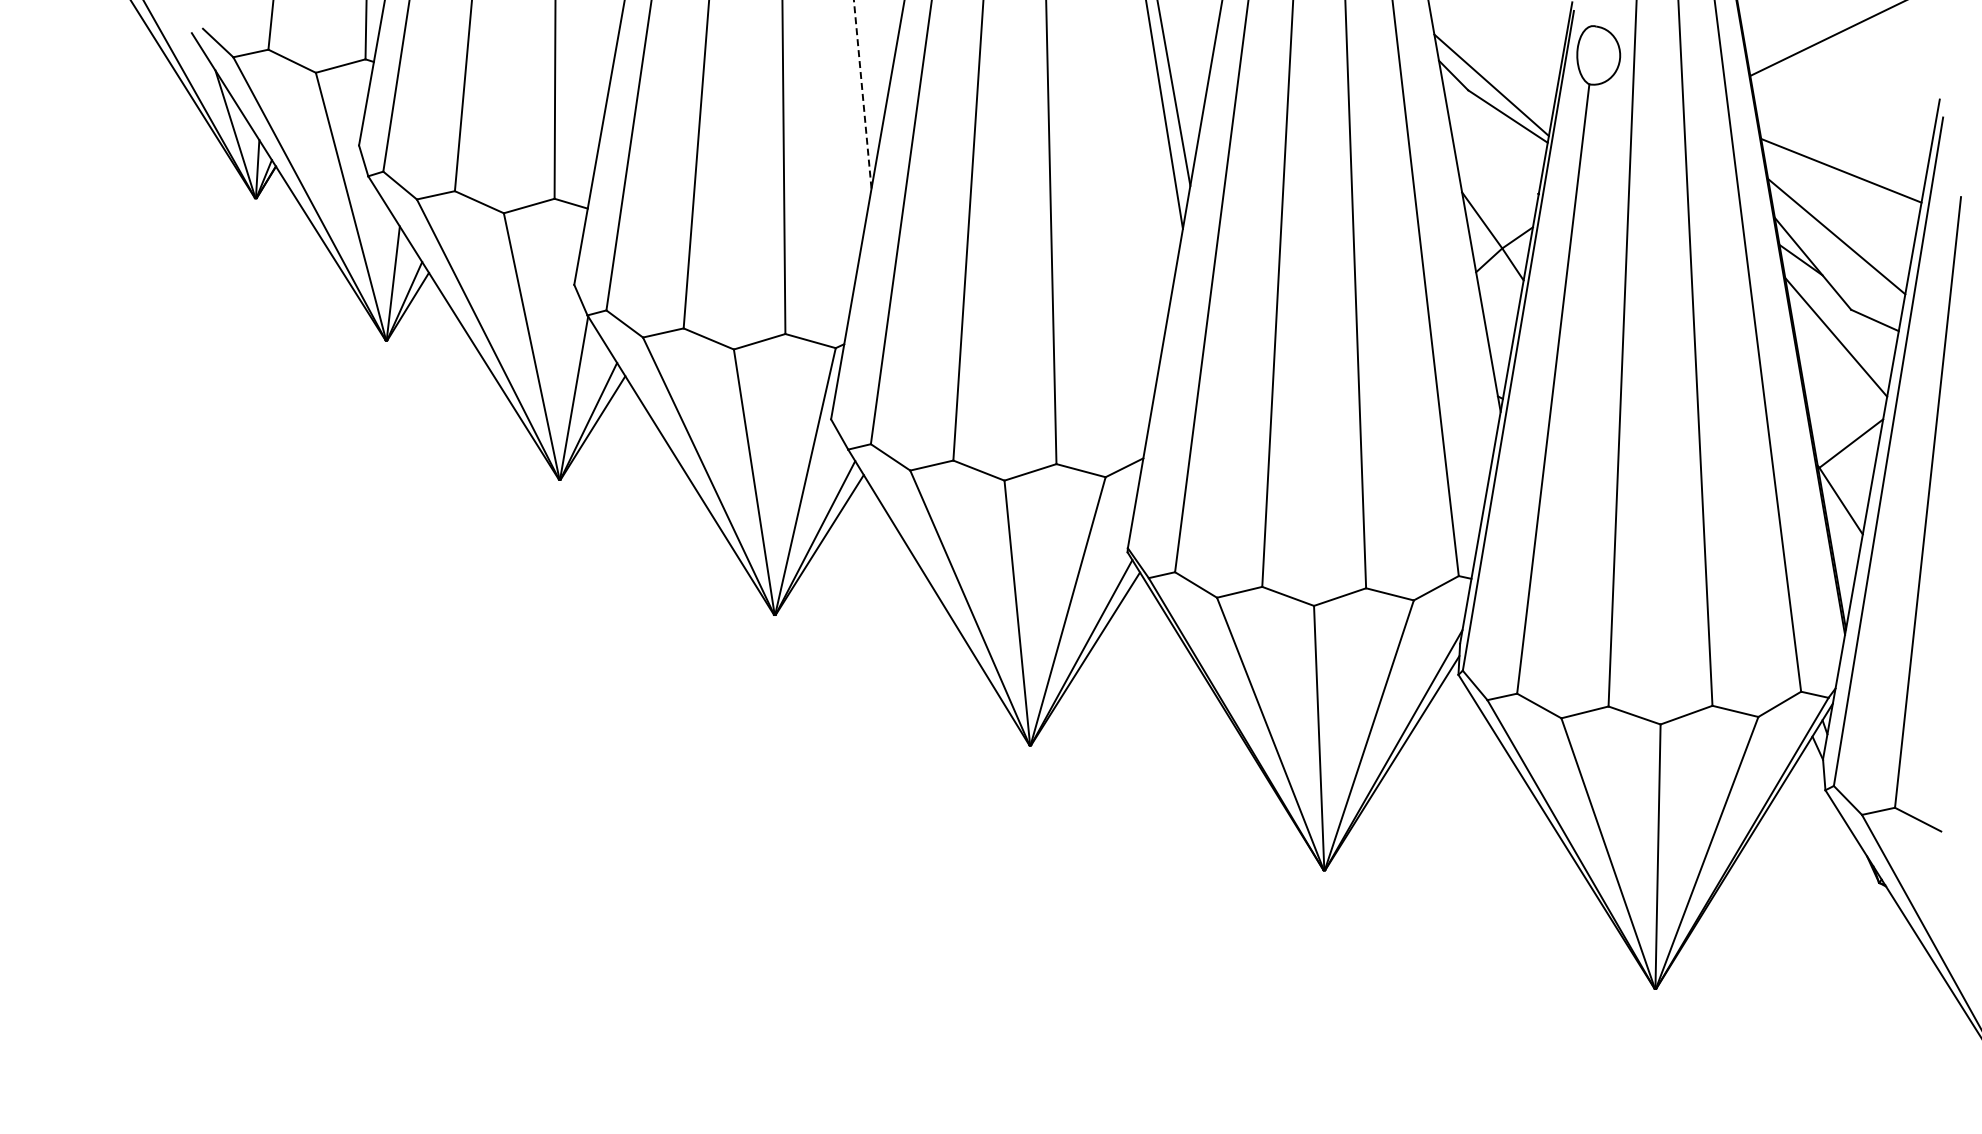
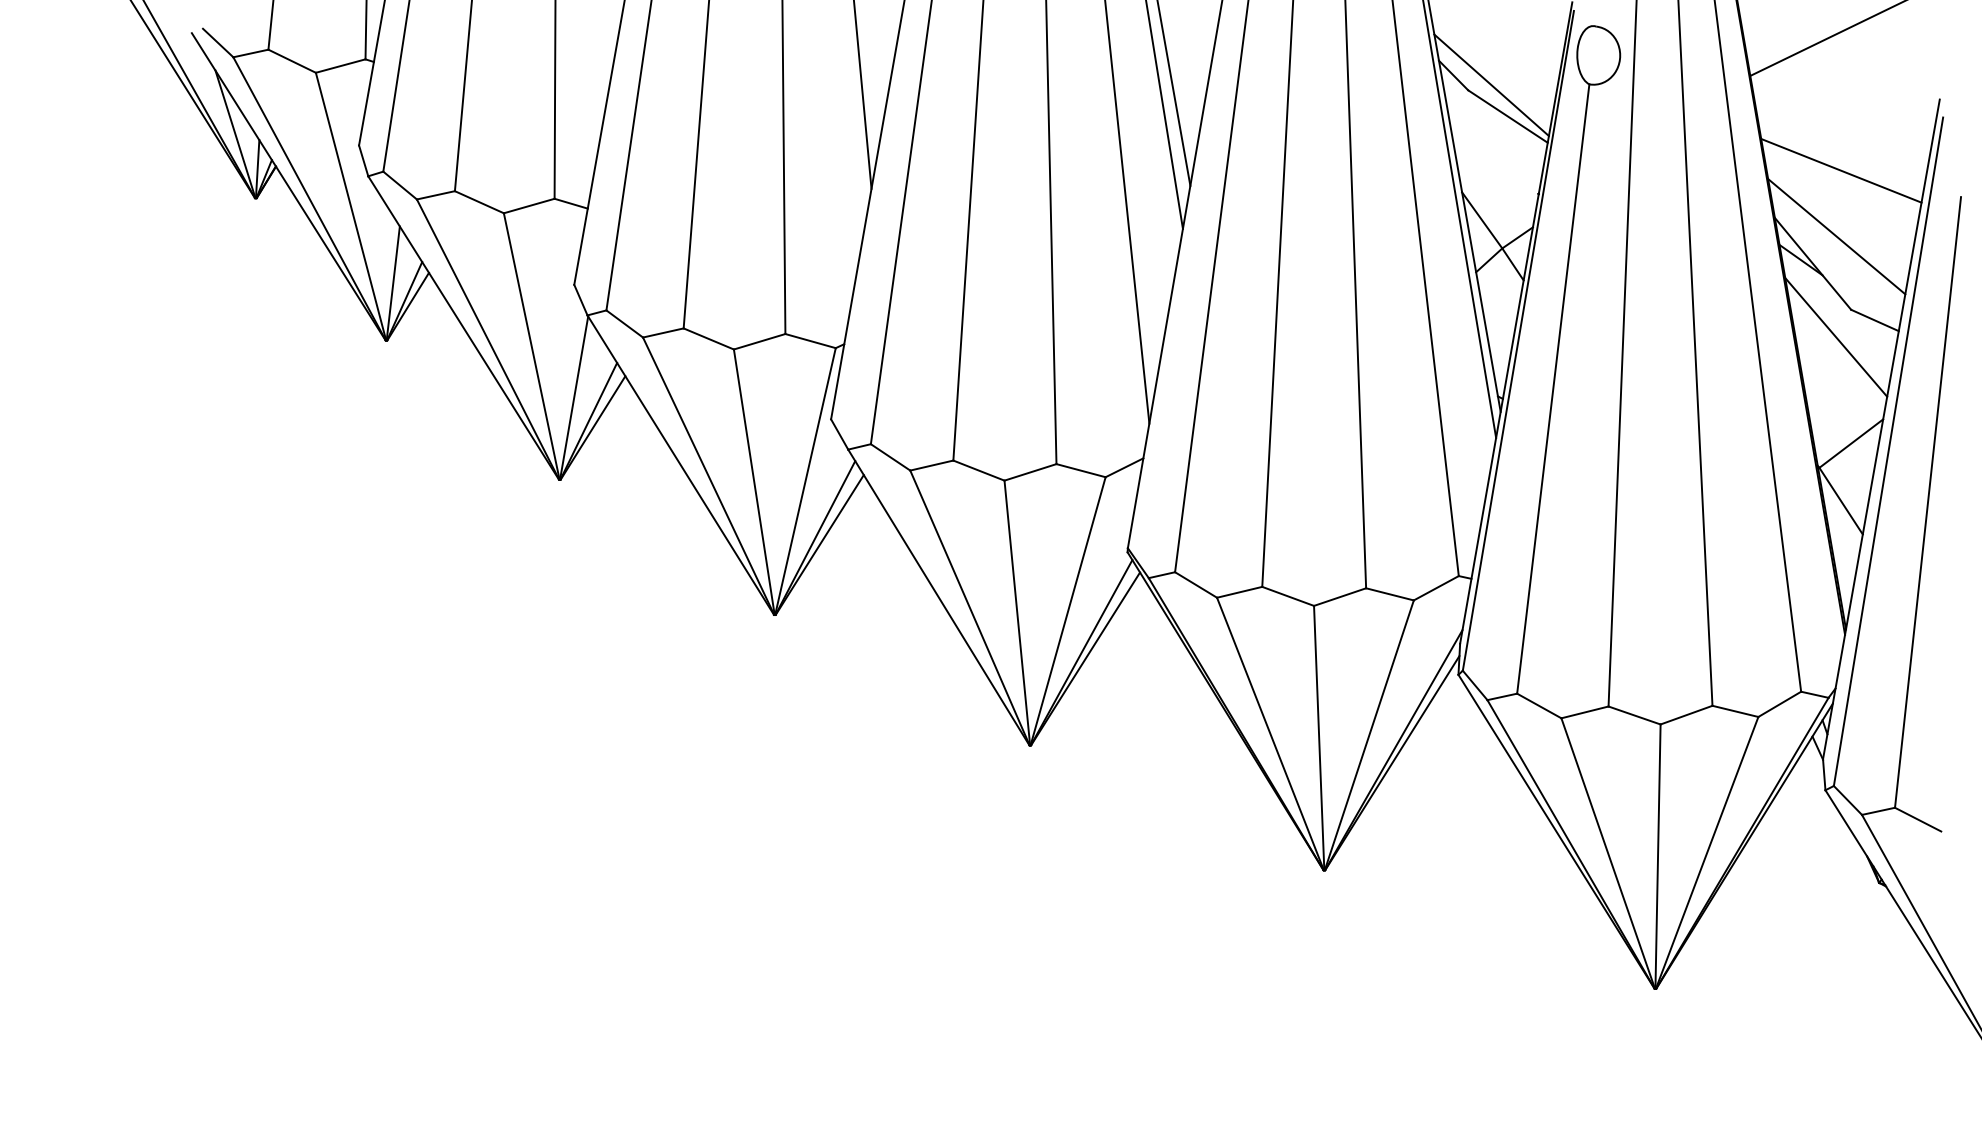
line at (862, 95): dashed -> solid
line at (1127, 212): none -> present
line at (1459, 219): none -> present
